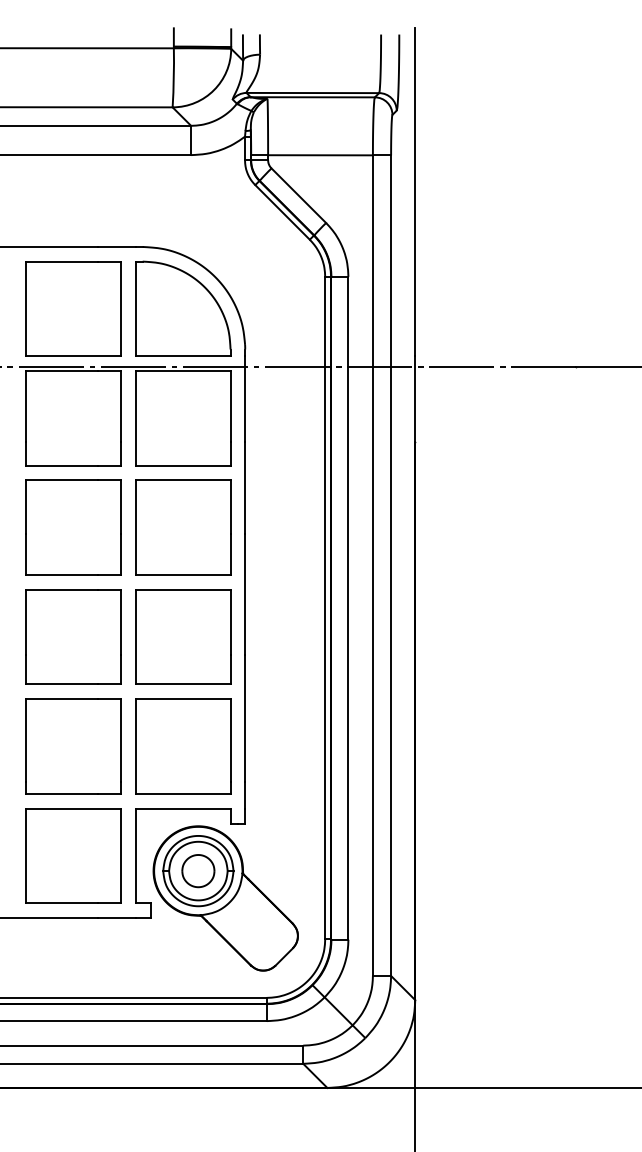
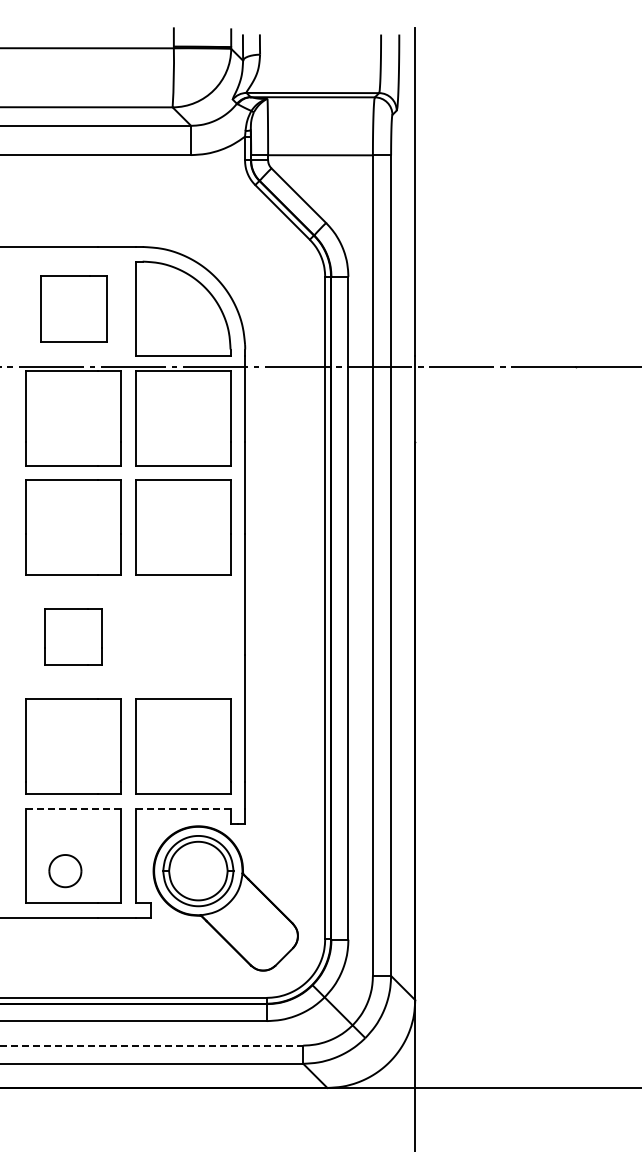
part at (73, 308) size: 97x96 px -> 68x68 px
part at (73, 636) size: 97x96 px -> 59x58 px
part at (183, 636): present -> none
line at (73, 808): solid -> dashed
line at (182, 808): solid -> dashed
part at (198, 871) position: (198, 871) -> (65, 871)
line at (152, 1045): solid -> dashed
